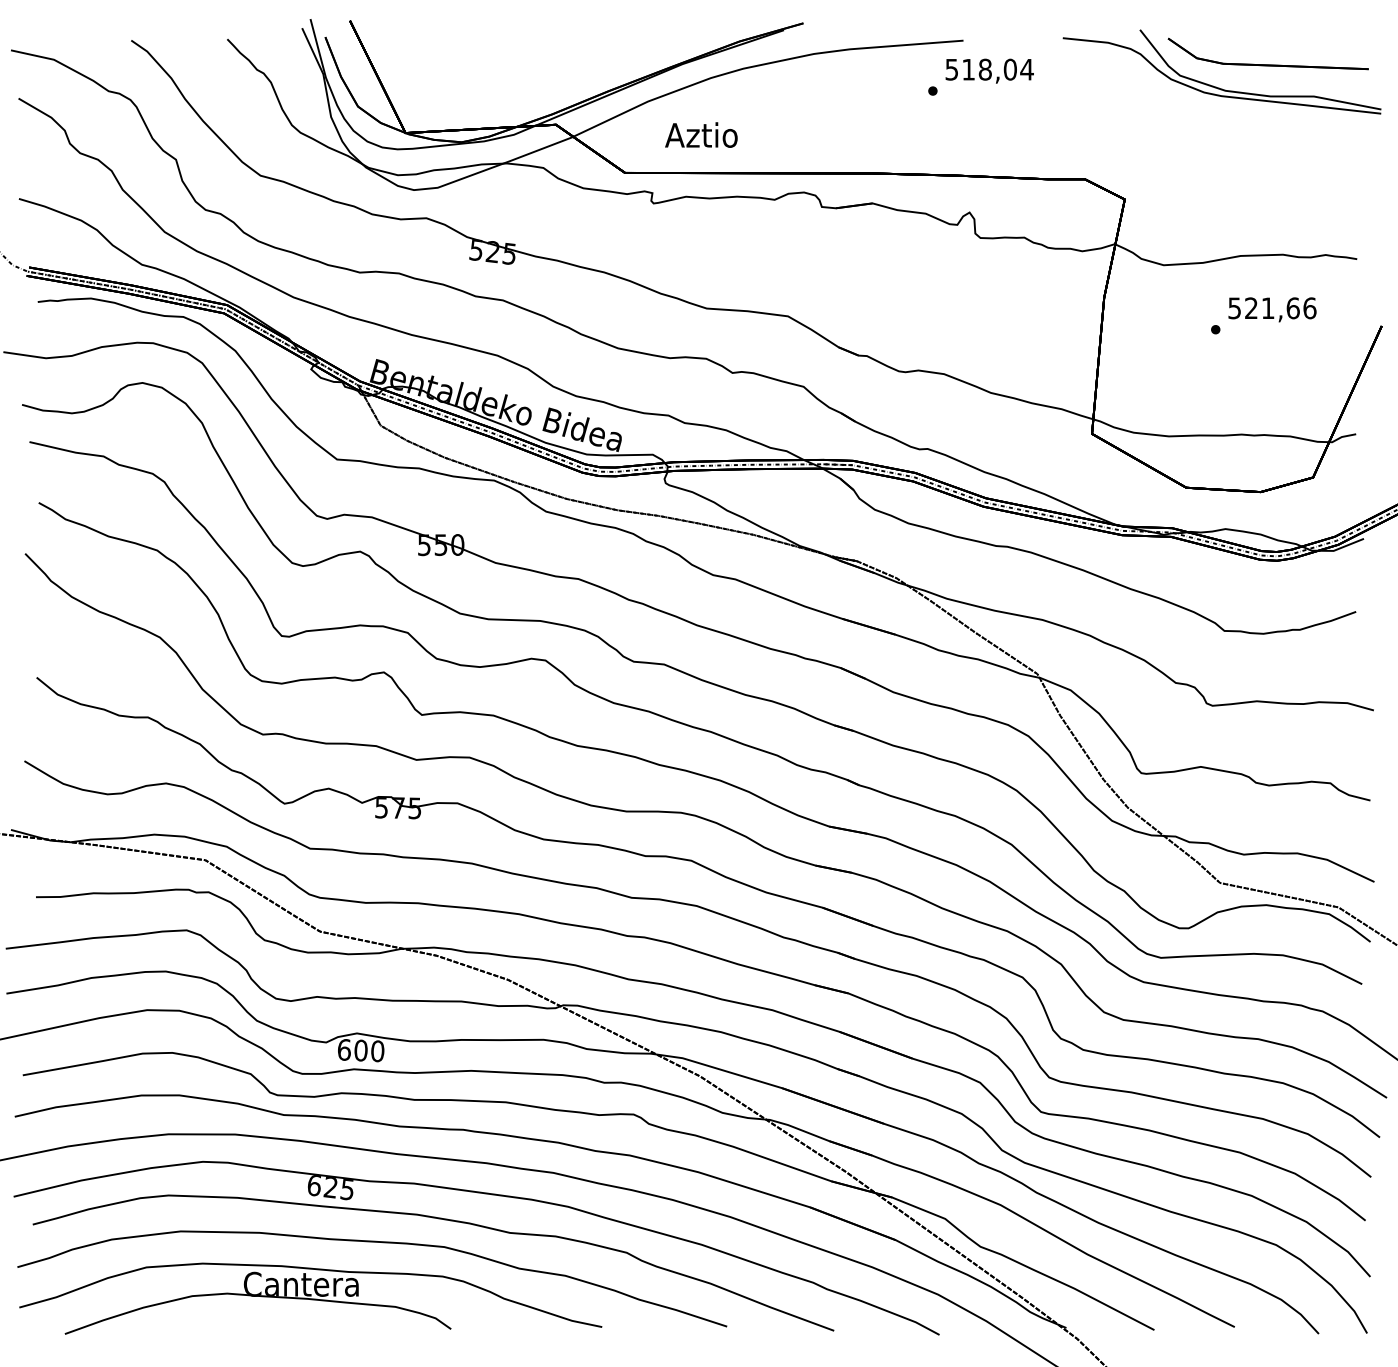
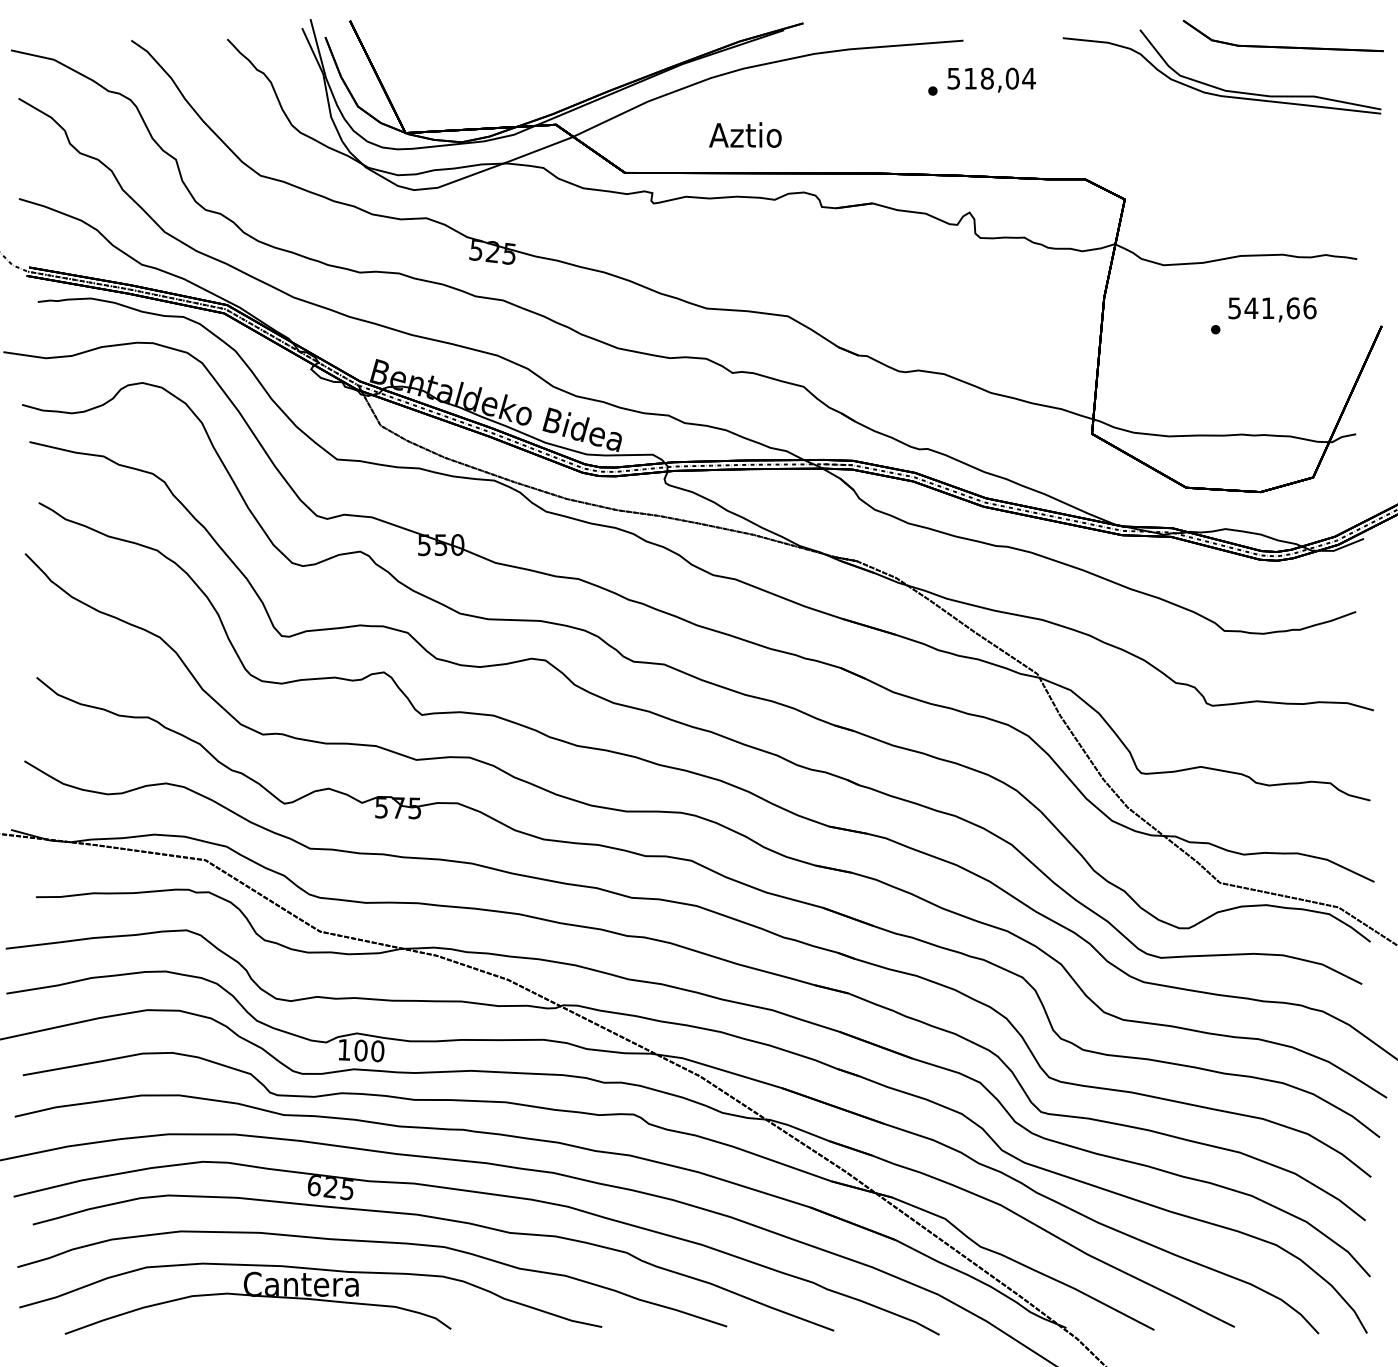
part at (1267, 64) position: (1267, 64) -> (1282, 46)
text at (989, 70) position: (989, 70) -> (991, 79)
text at (701, 134) position: (701, 134) -> (745, 134)
text at (1251, 307): 521,66 -> 541,66
text at (344, 1049): 600 -> 100
